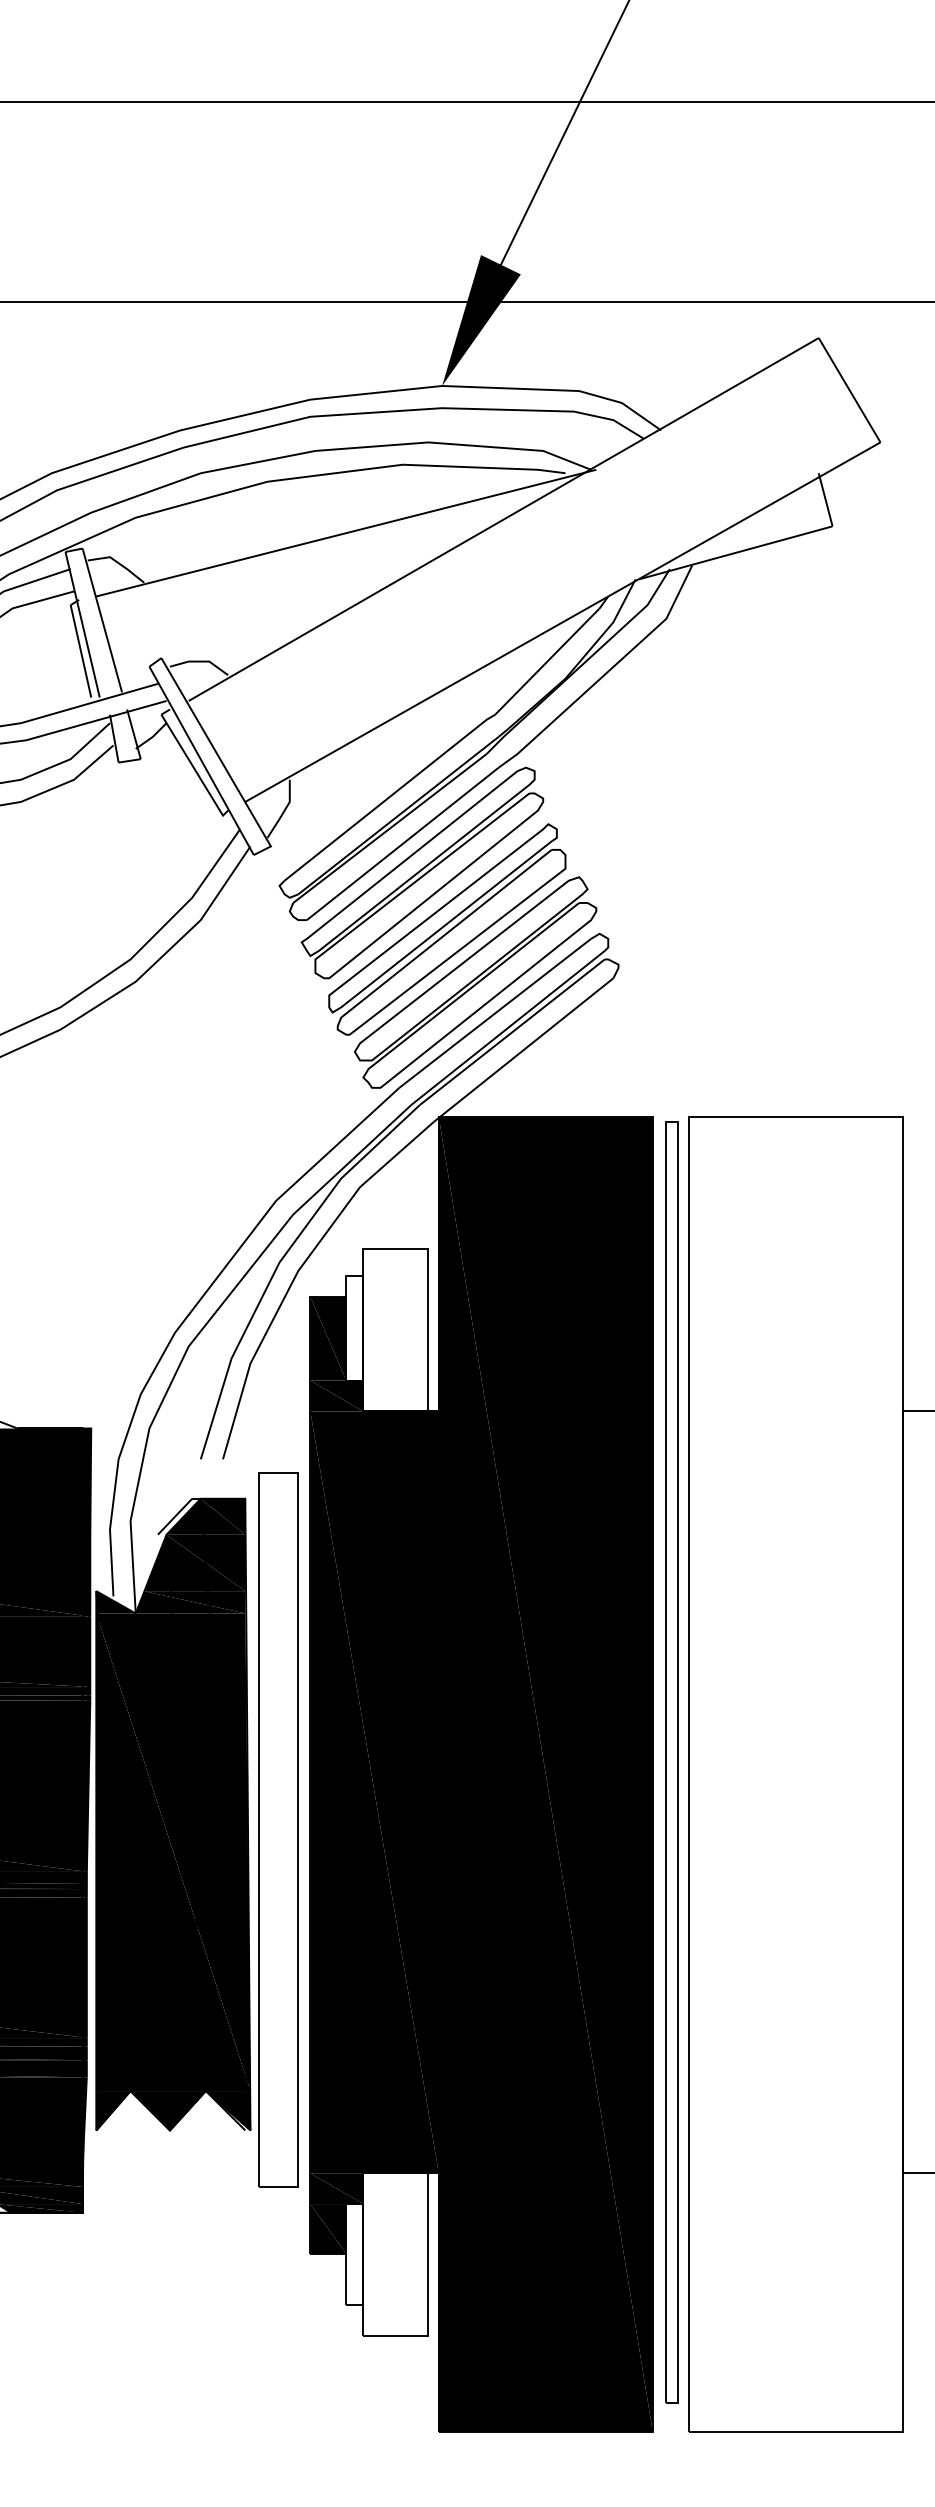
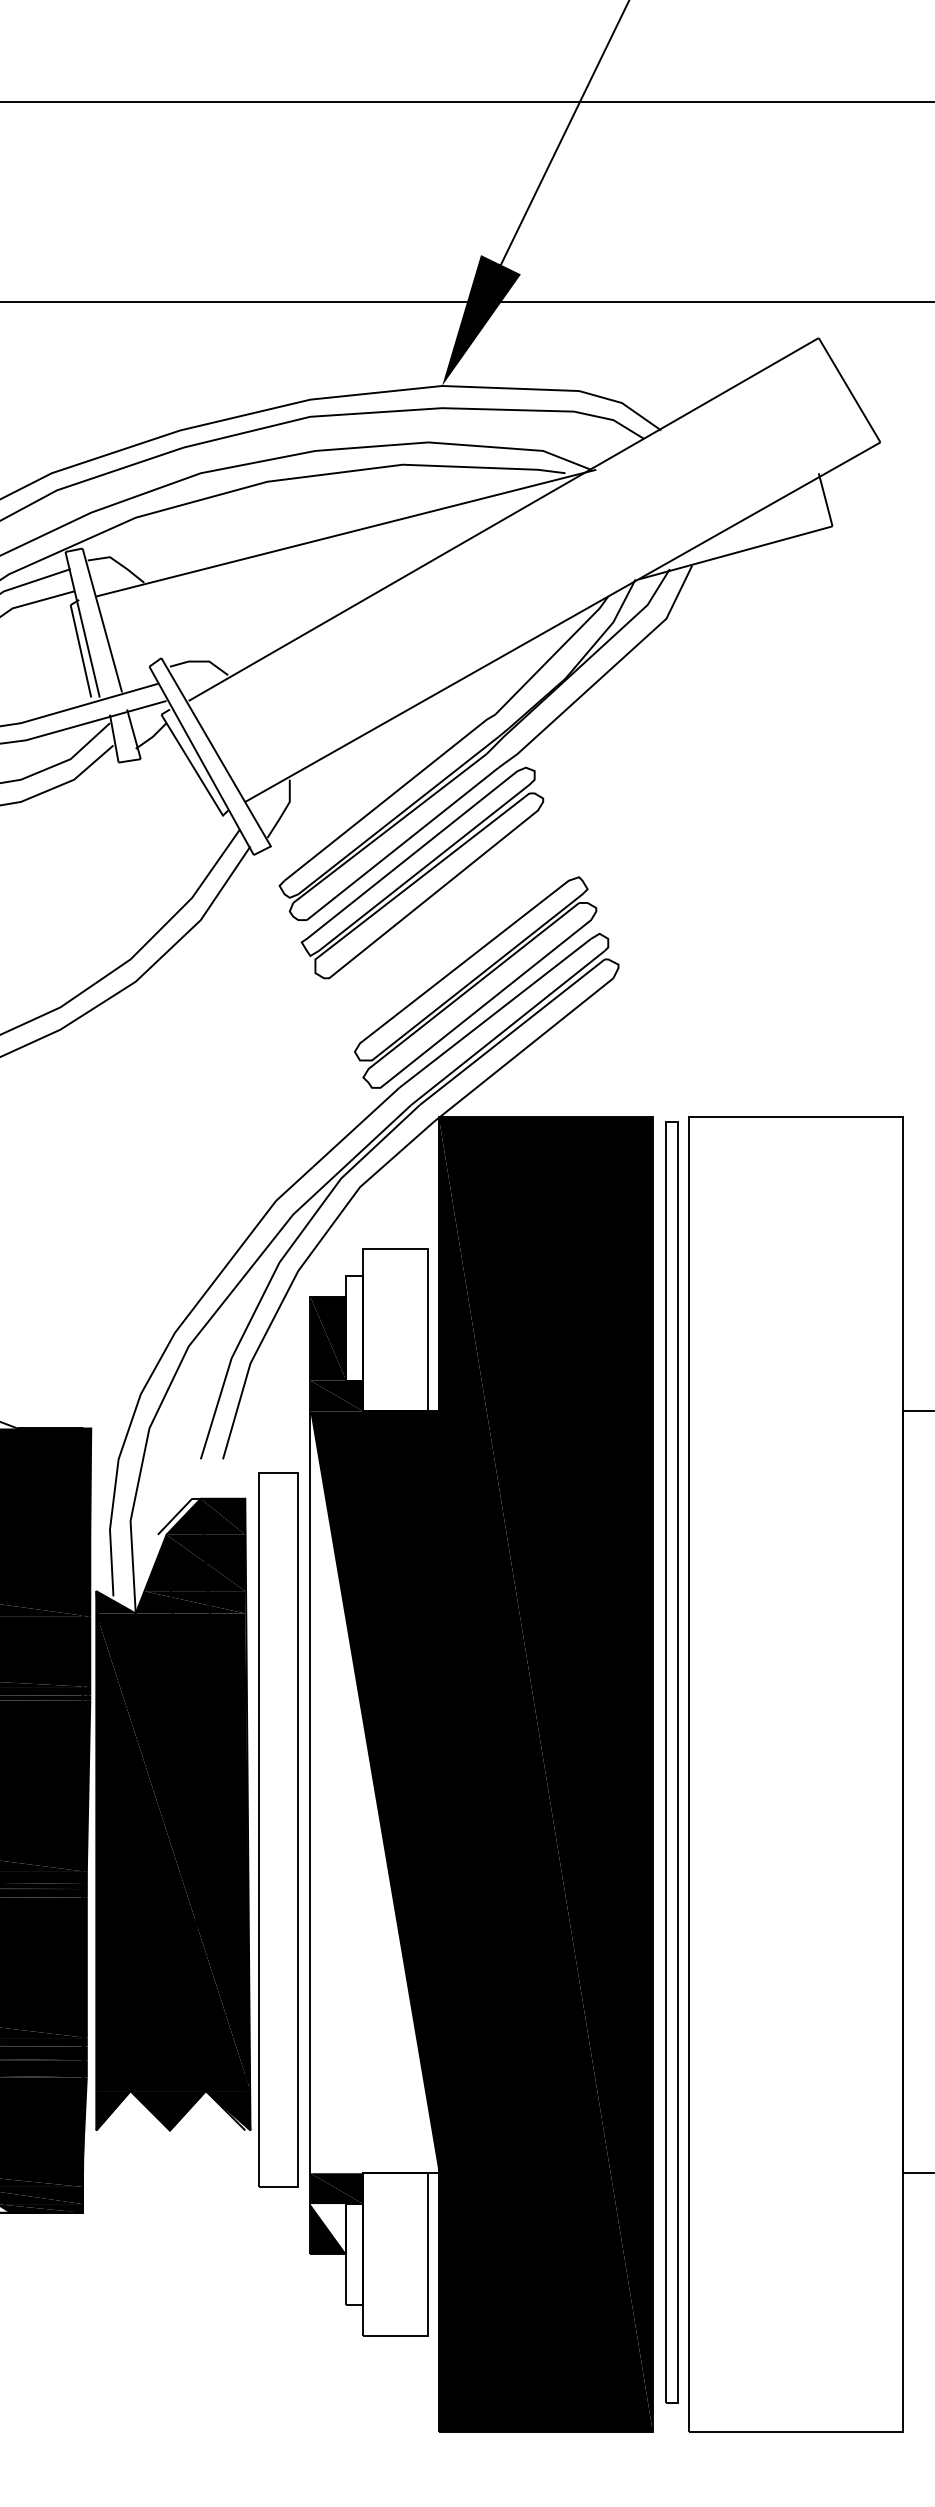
part at (447, 929): present -> none
fill at (374, 1792): present -> none
fill at (328, 2228): present -> none
